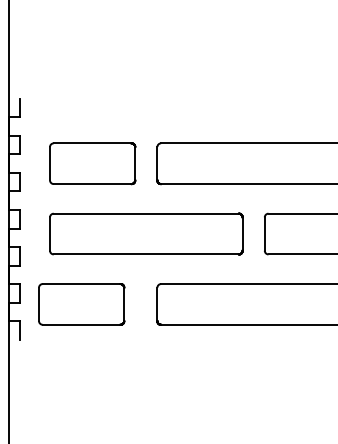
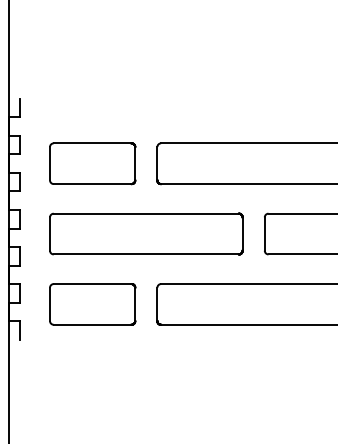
part at (81, 304) position: (81, 304) -> (92, 304)
